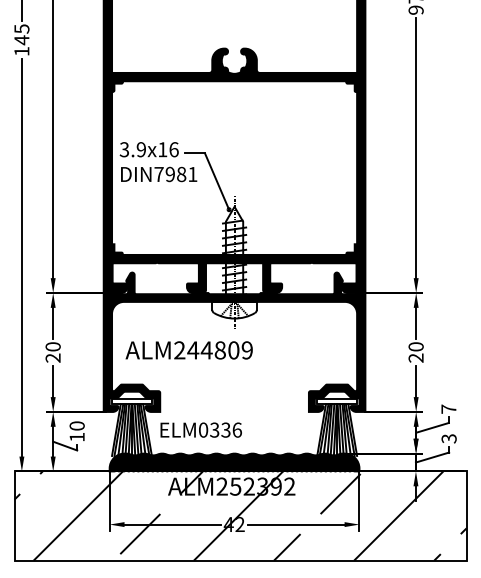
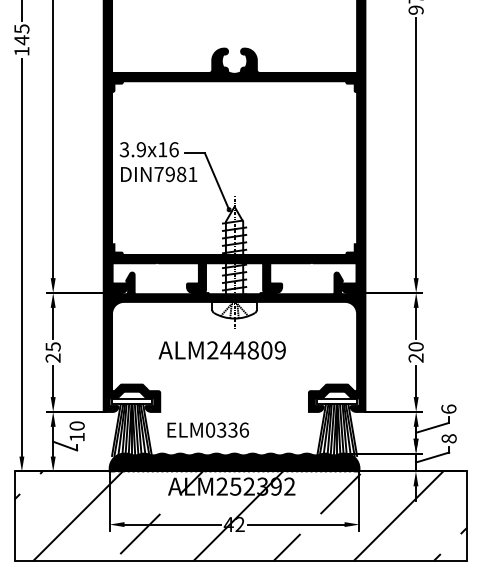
text at (52, 346): 20 -> 25
text at (188, 350) position: (188, 350) -> (221, 350)
text at (448, 408): 7 -> 6
text at (200, 429) position: (200, 429) -> (207, 429)
text at (448, 438): 3 -> 8
